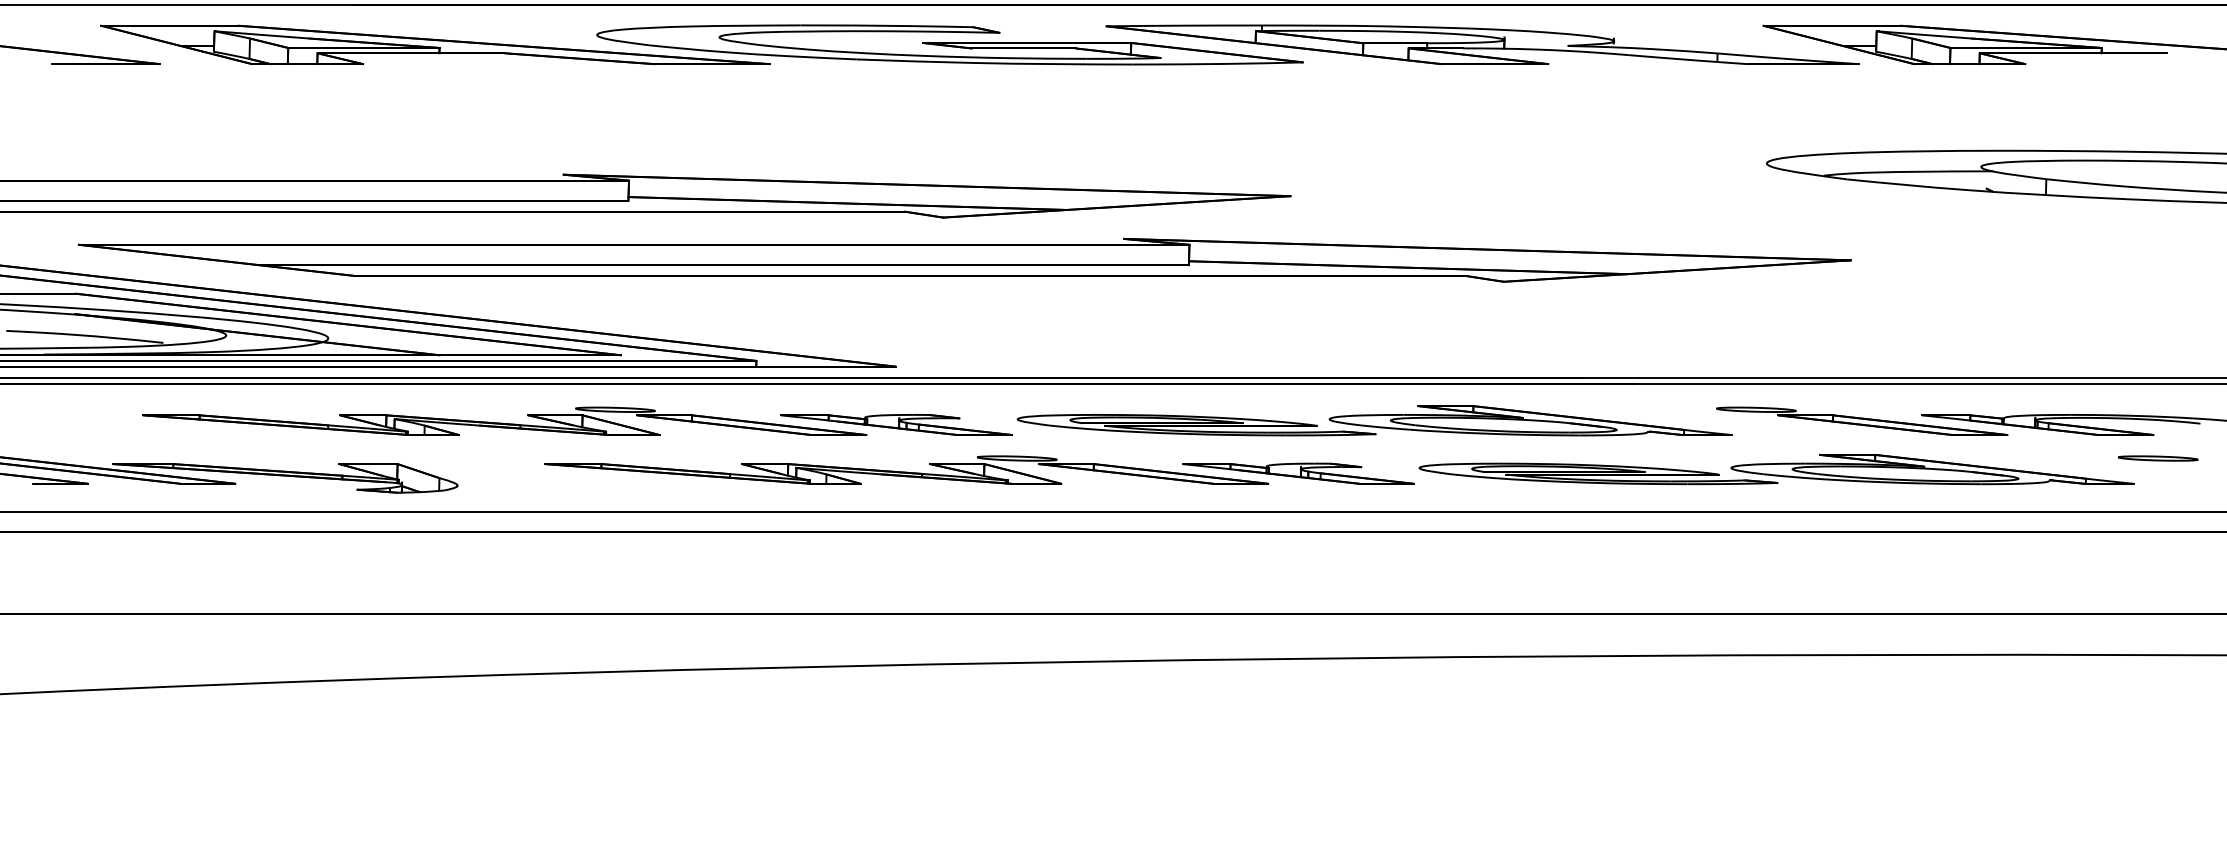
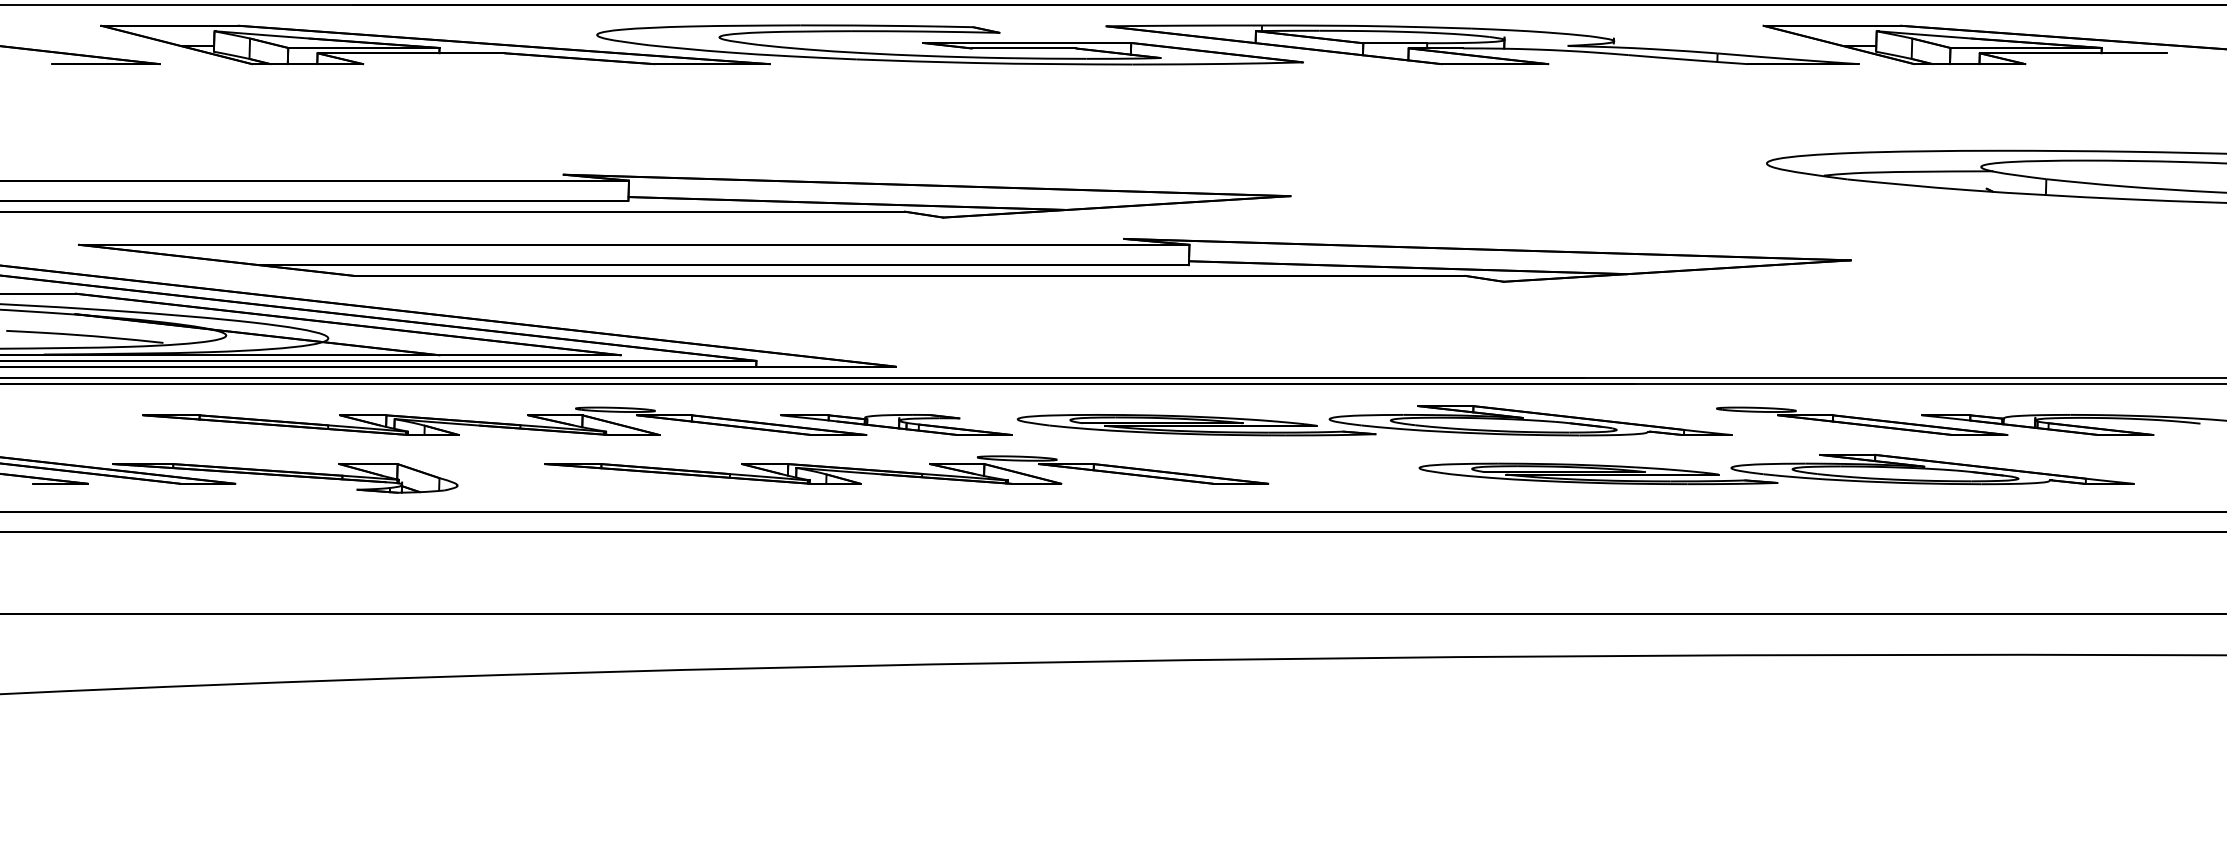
part at (2158, 458): present -> none
part at (1298, 473): present -> none
